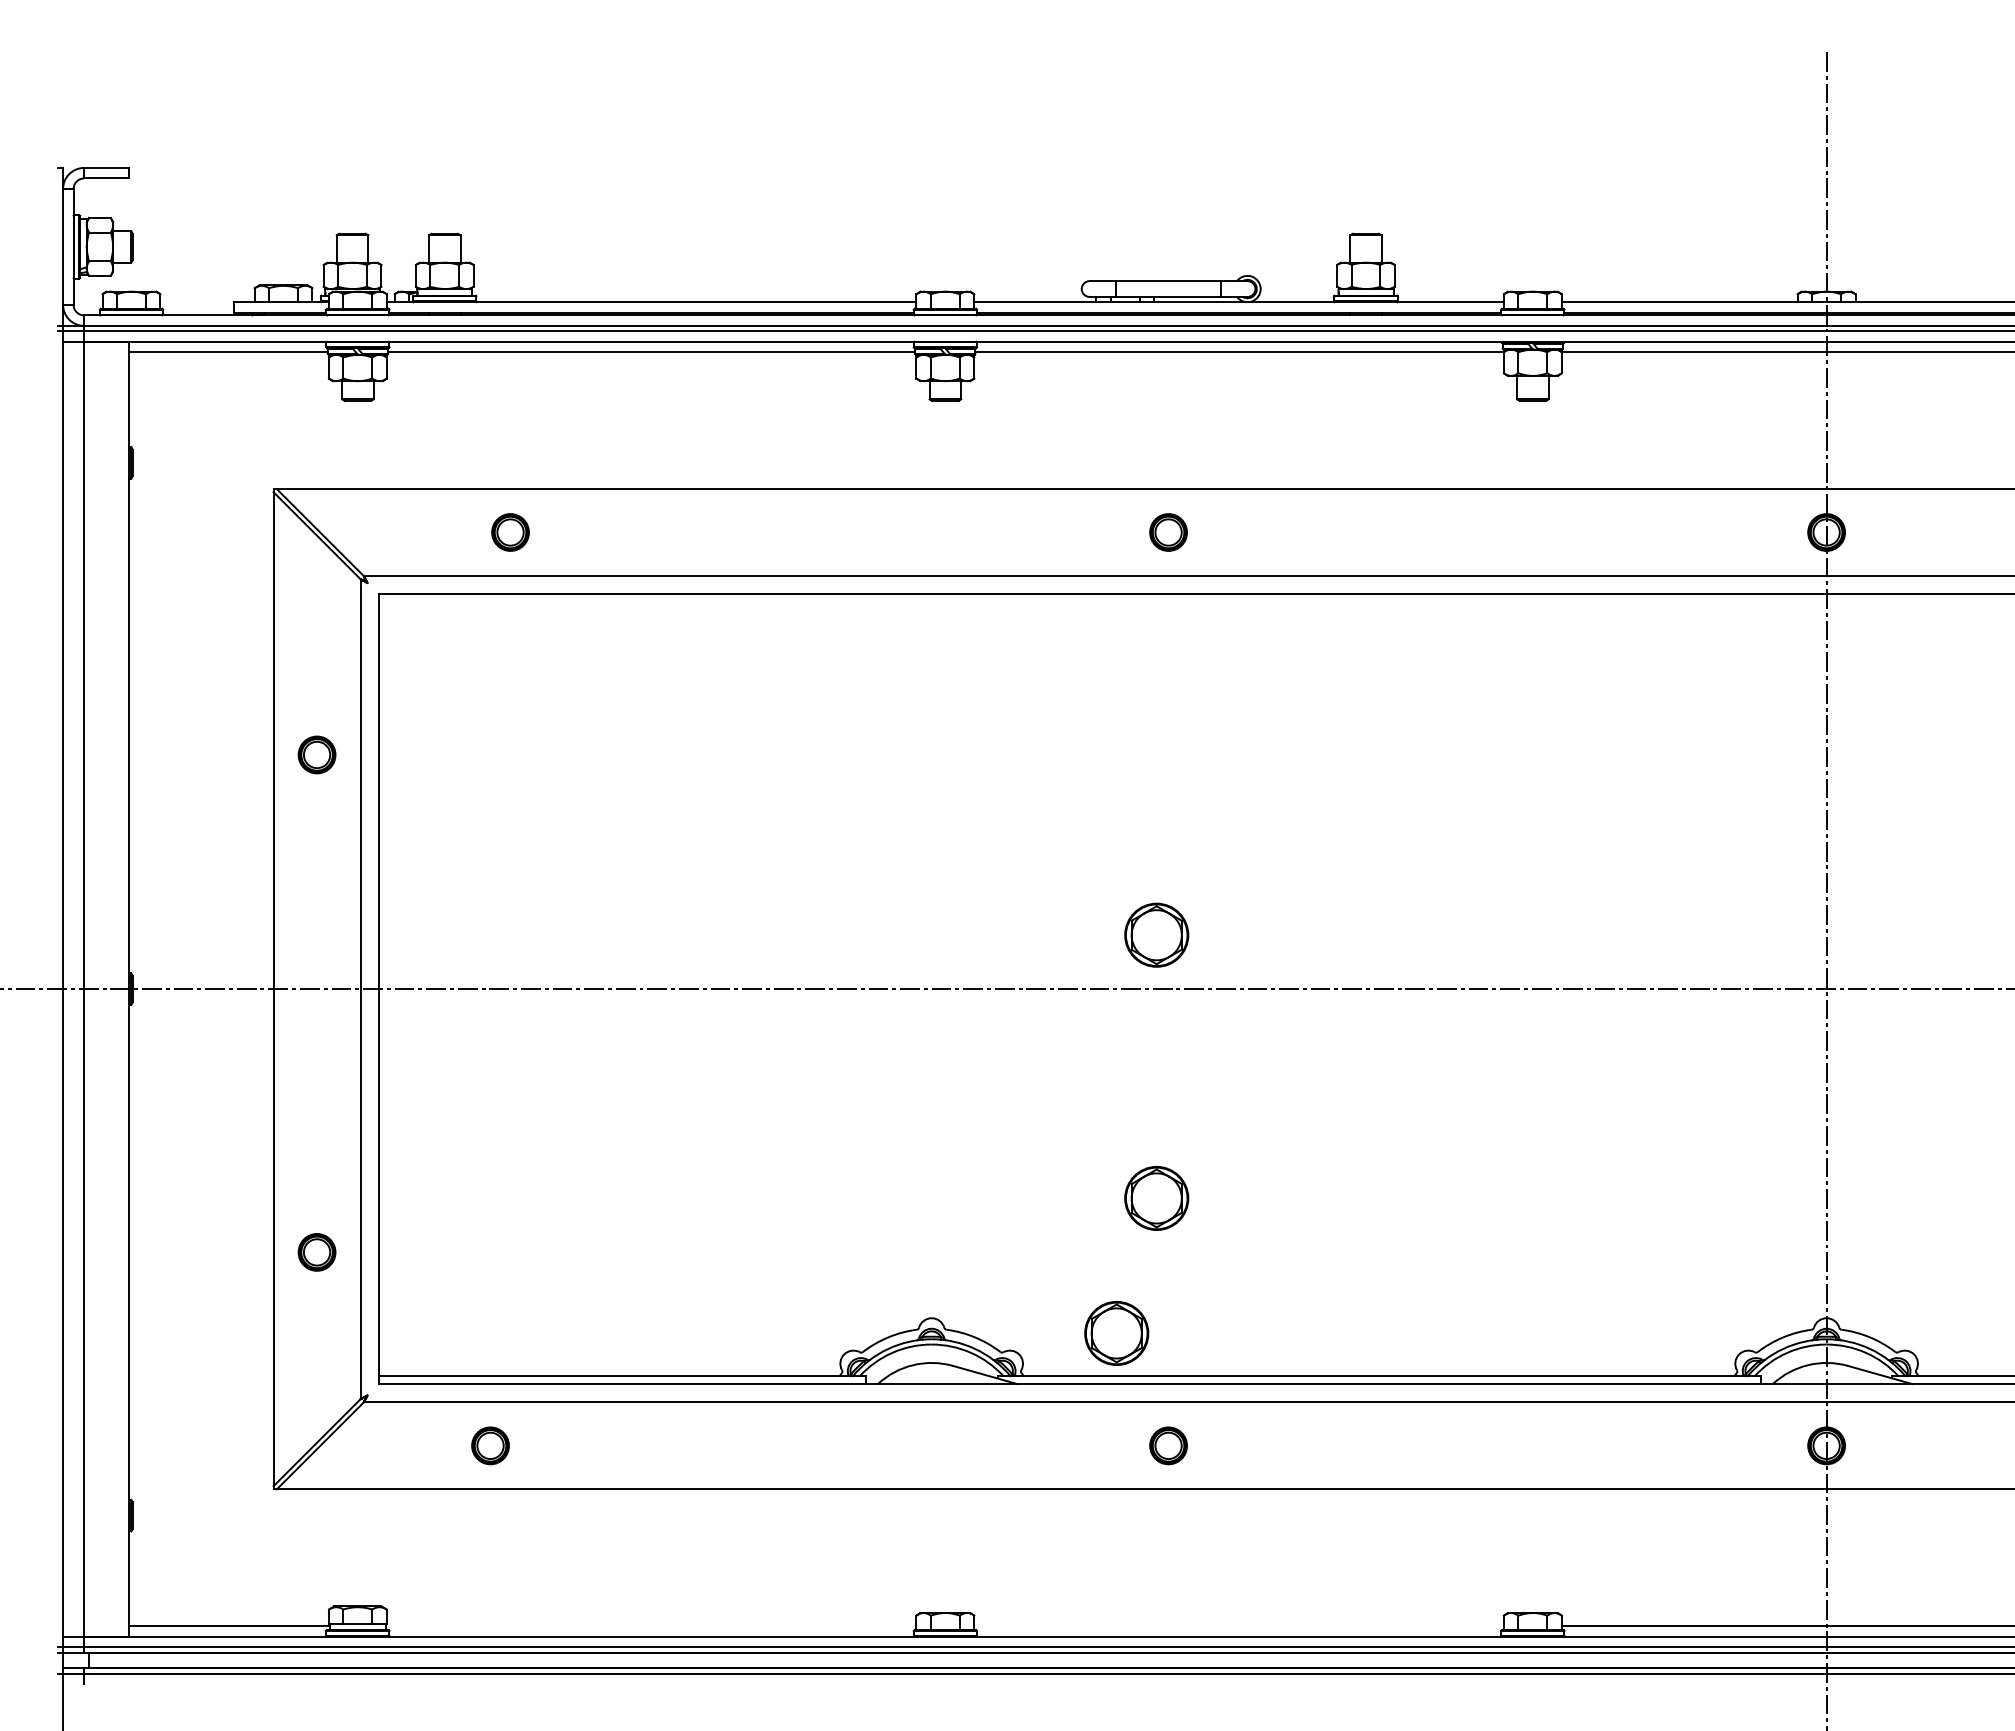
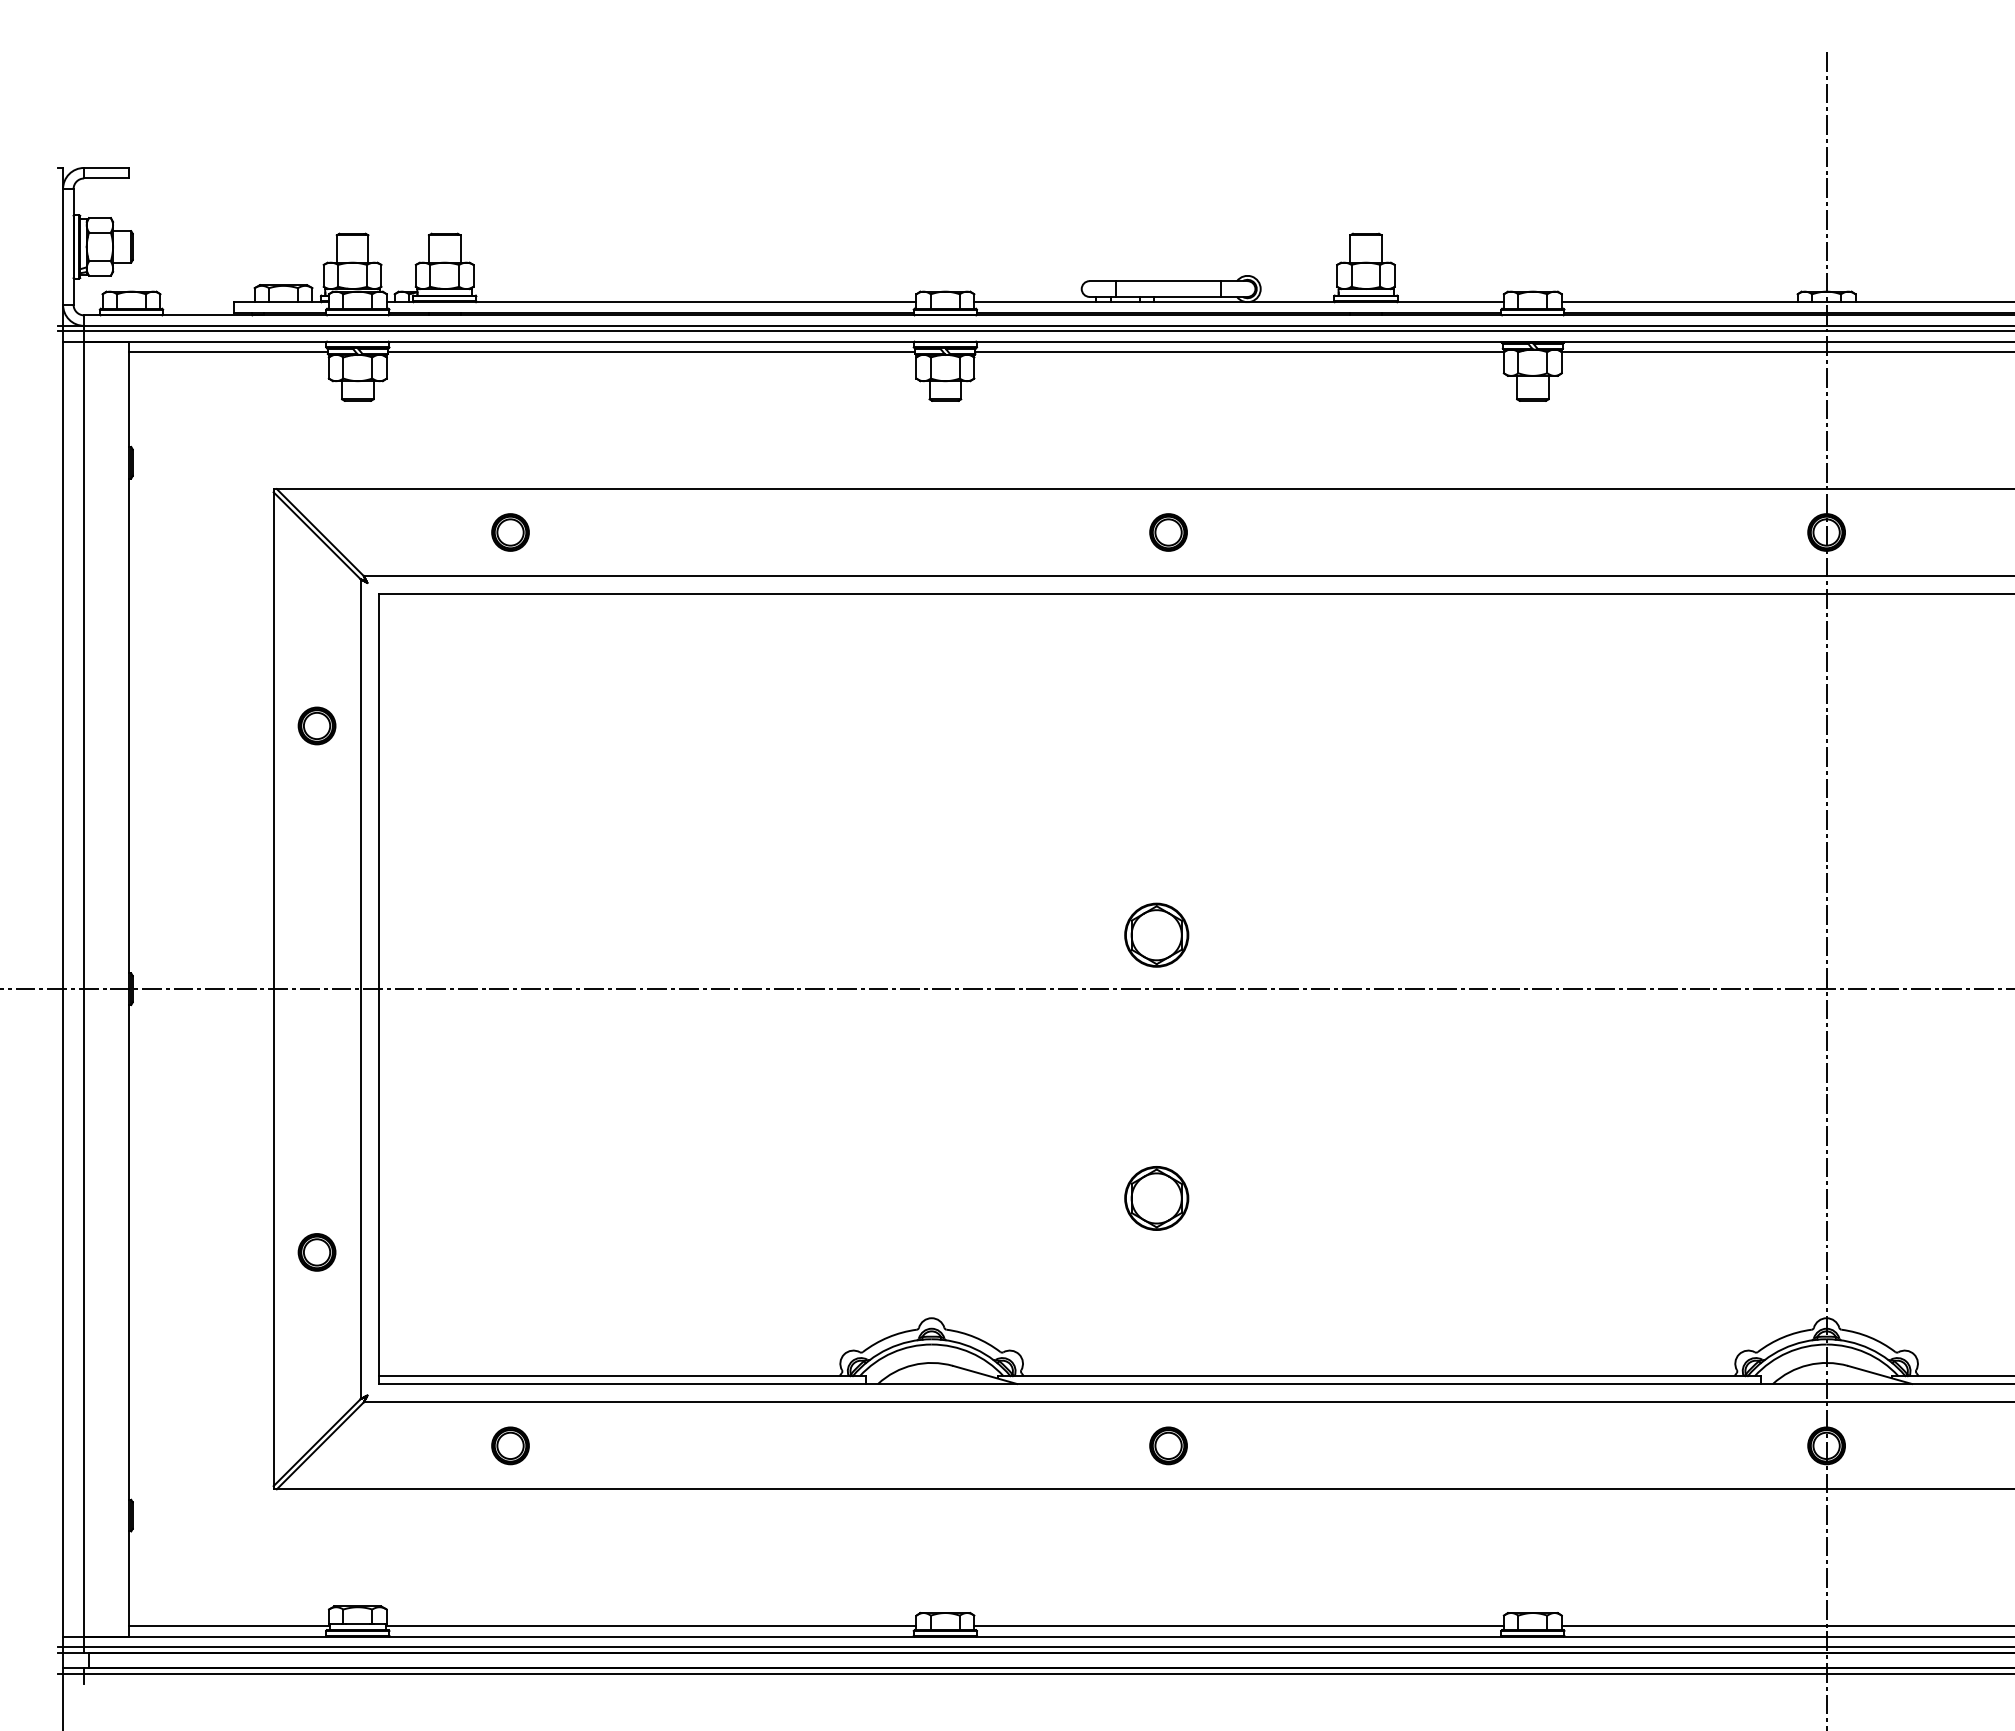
part at (316, 754) position: (316, 754) -> (316, 725)
part at (1116, 1333): present -> none
part at (490, 1445) position: (490, 1445) -> (510, 1445)
line at (650, 1626): none -> present
line at (1238, 1626): none -> present
